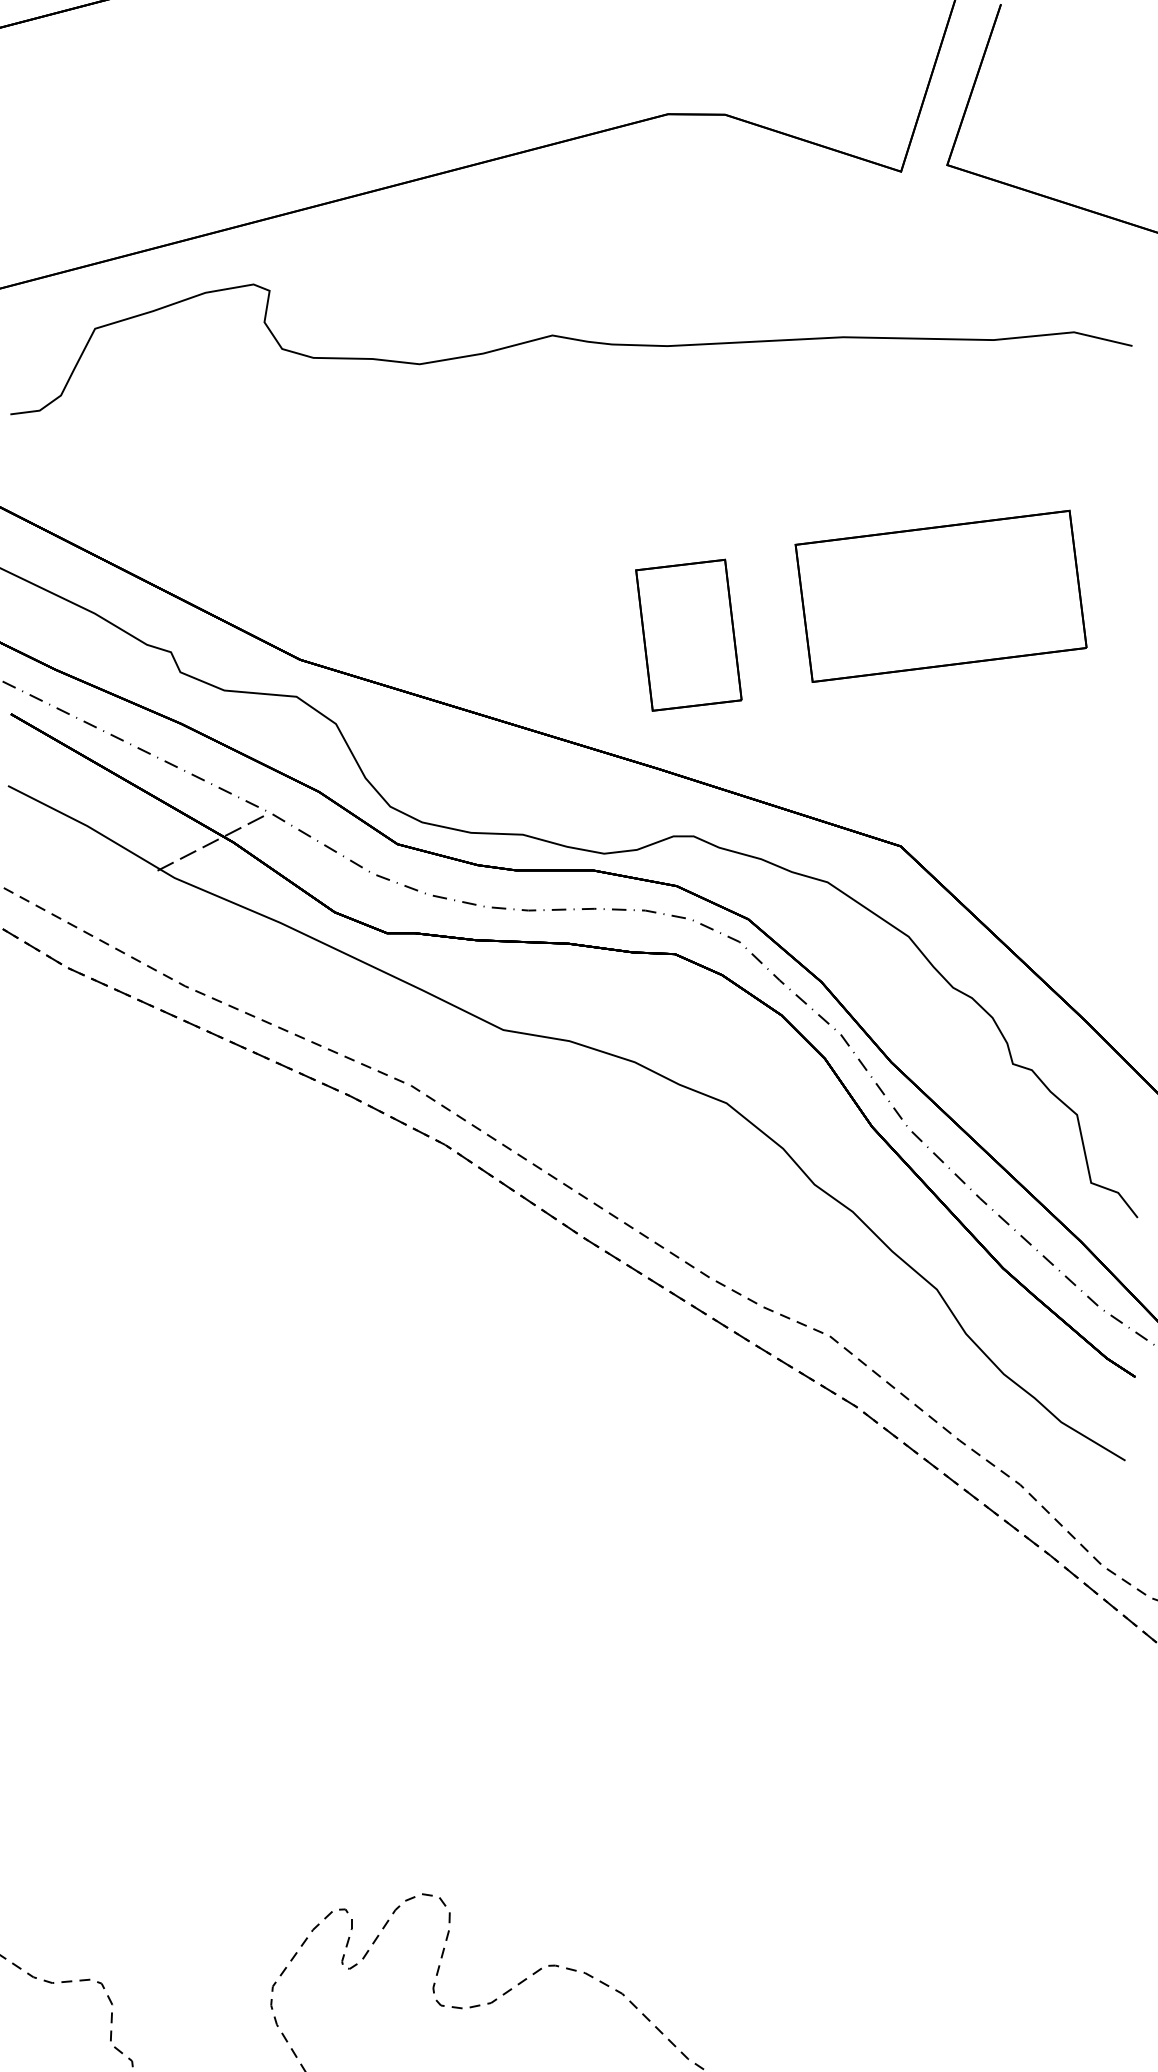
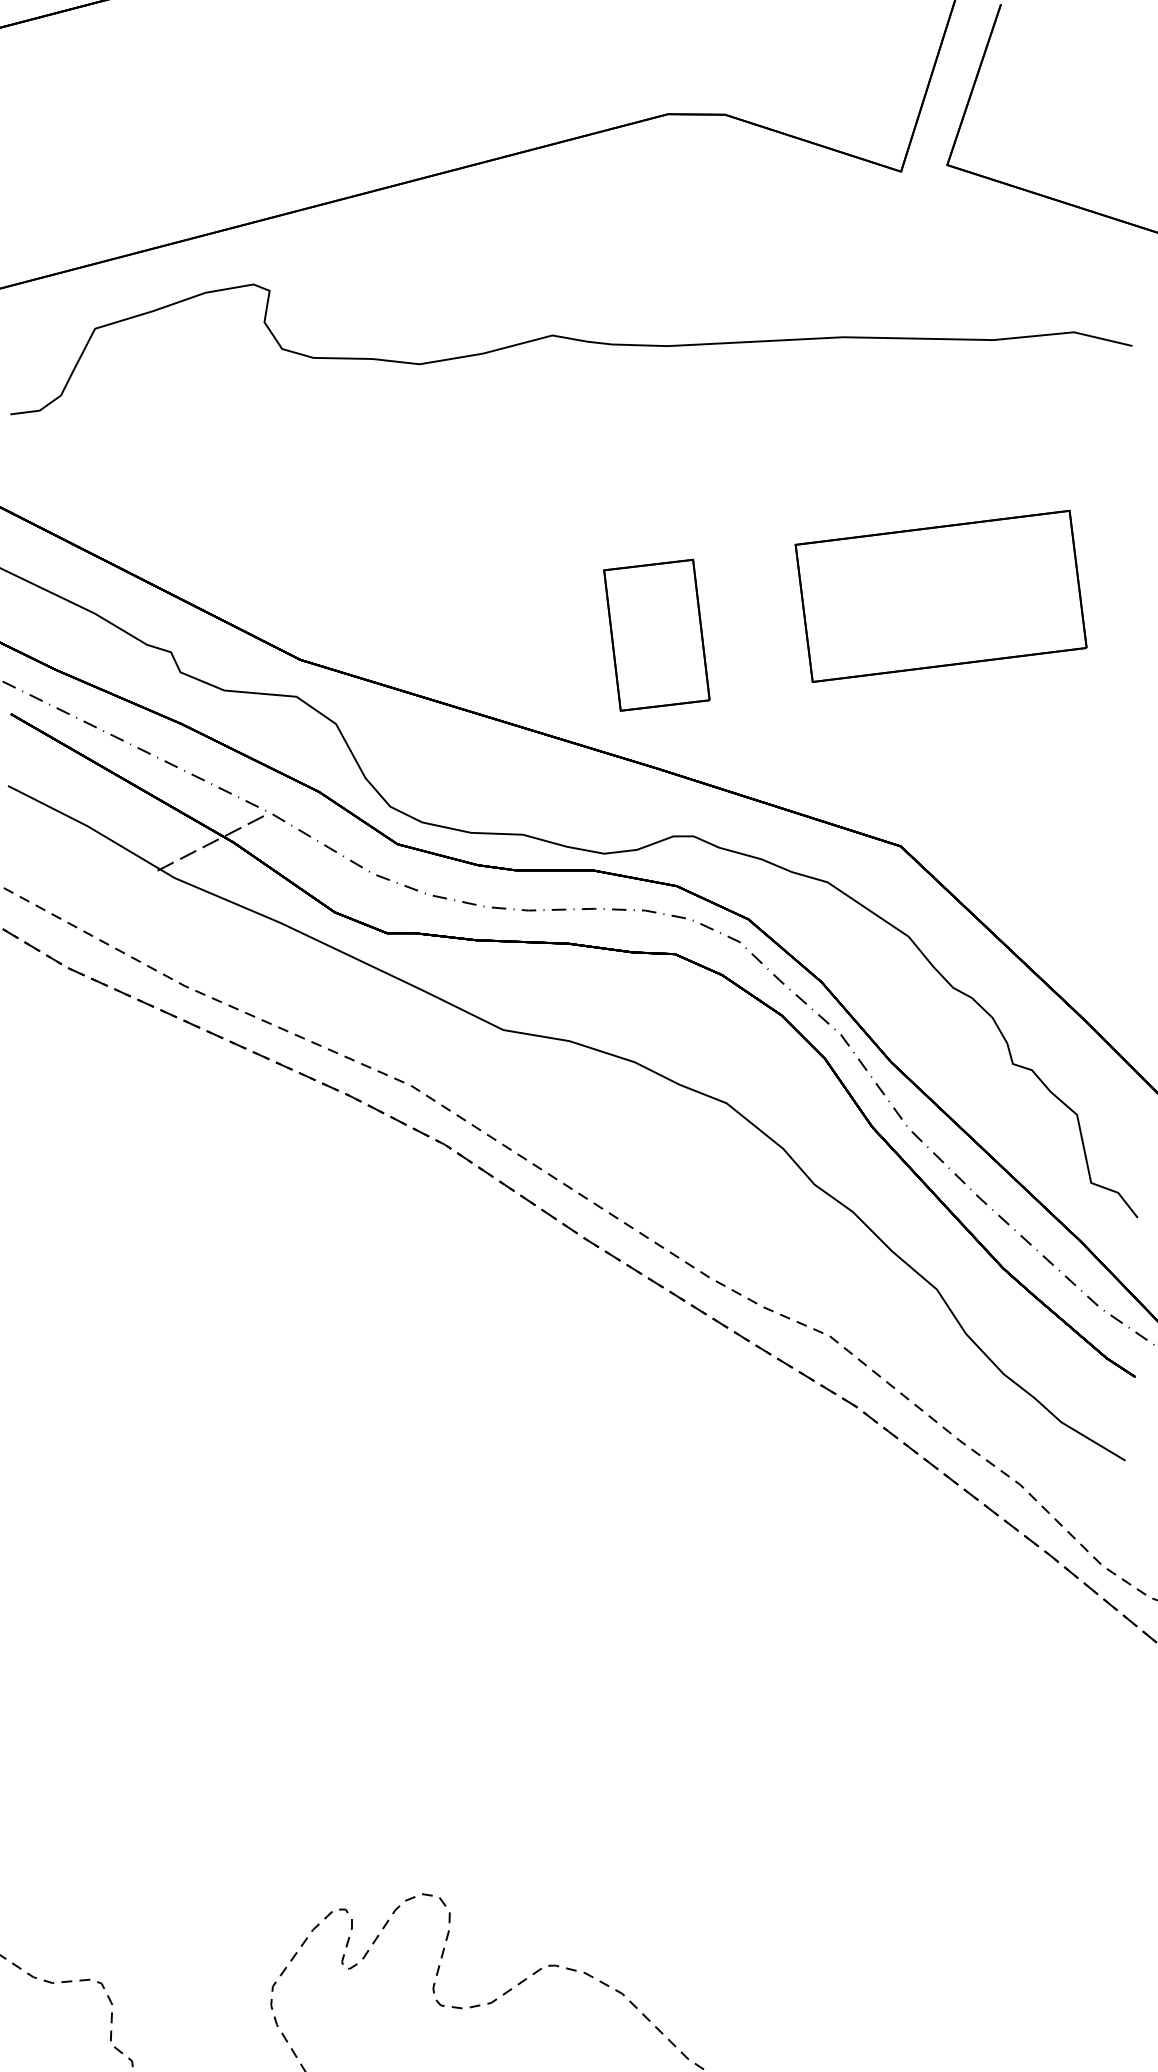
part at (688, 634) position: (688, 634) -> (656, 634)
